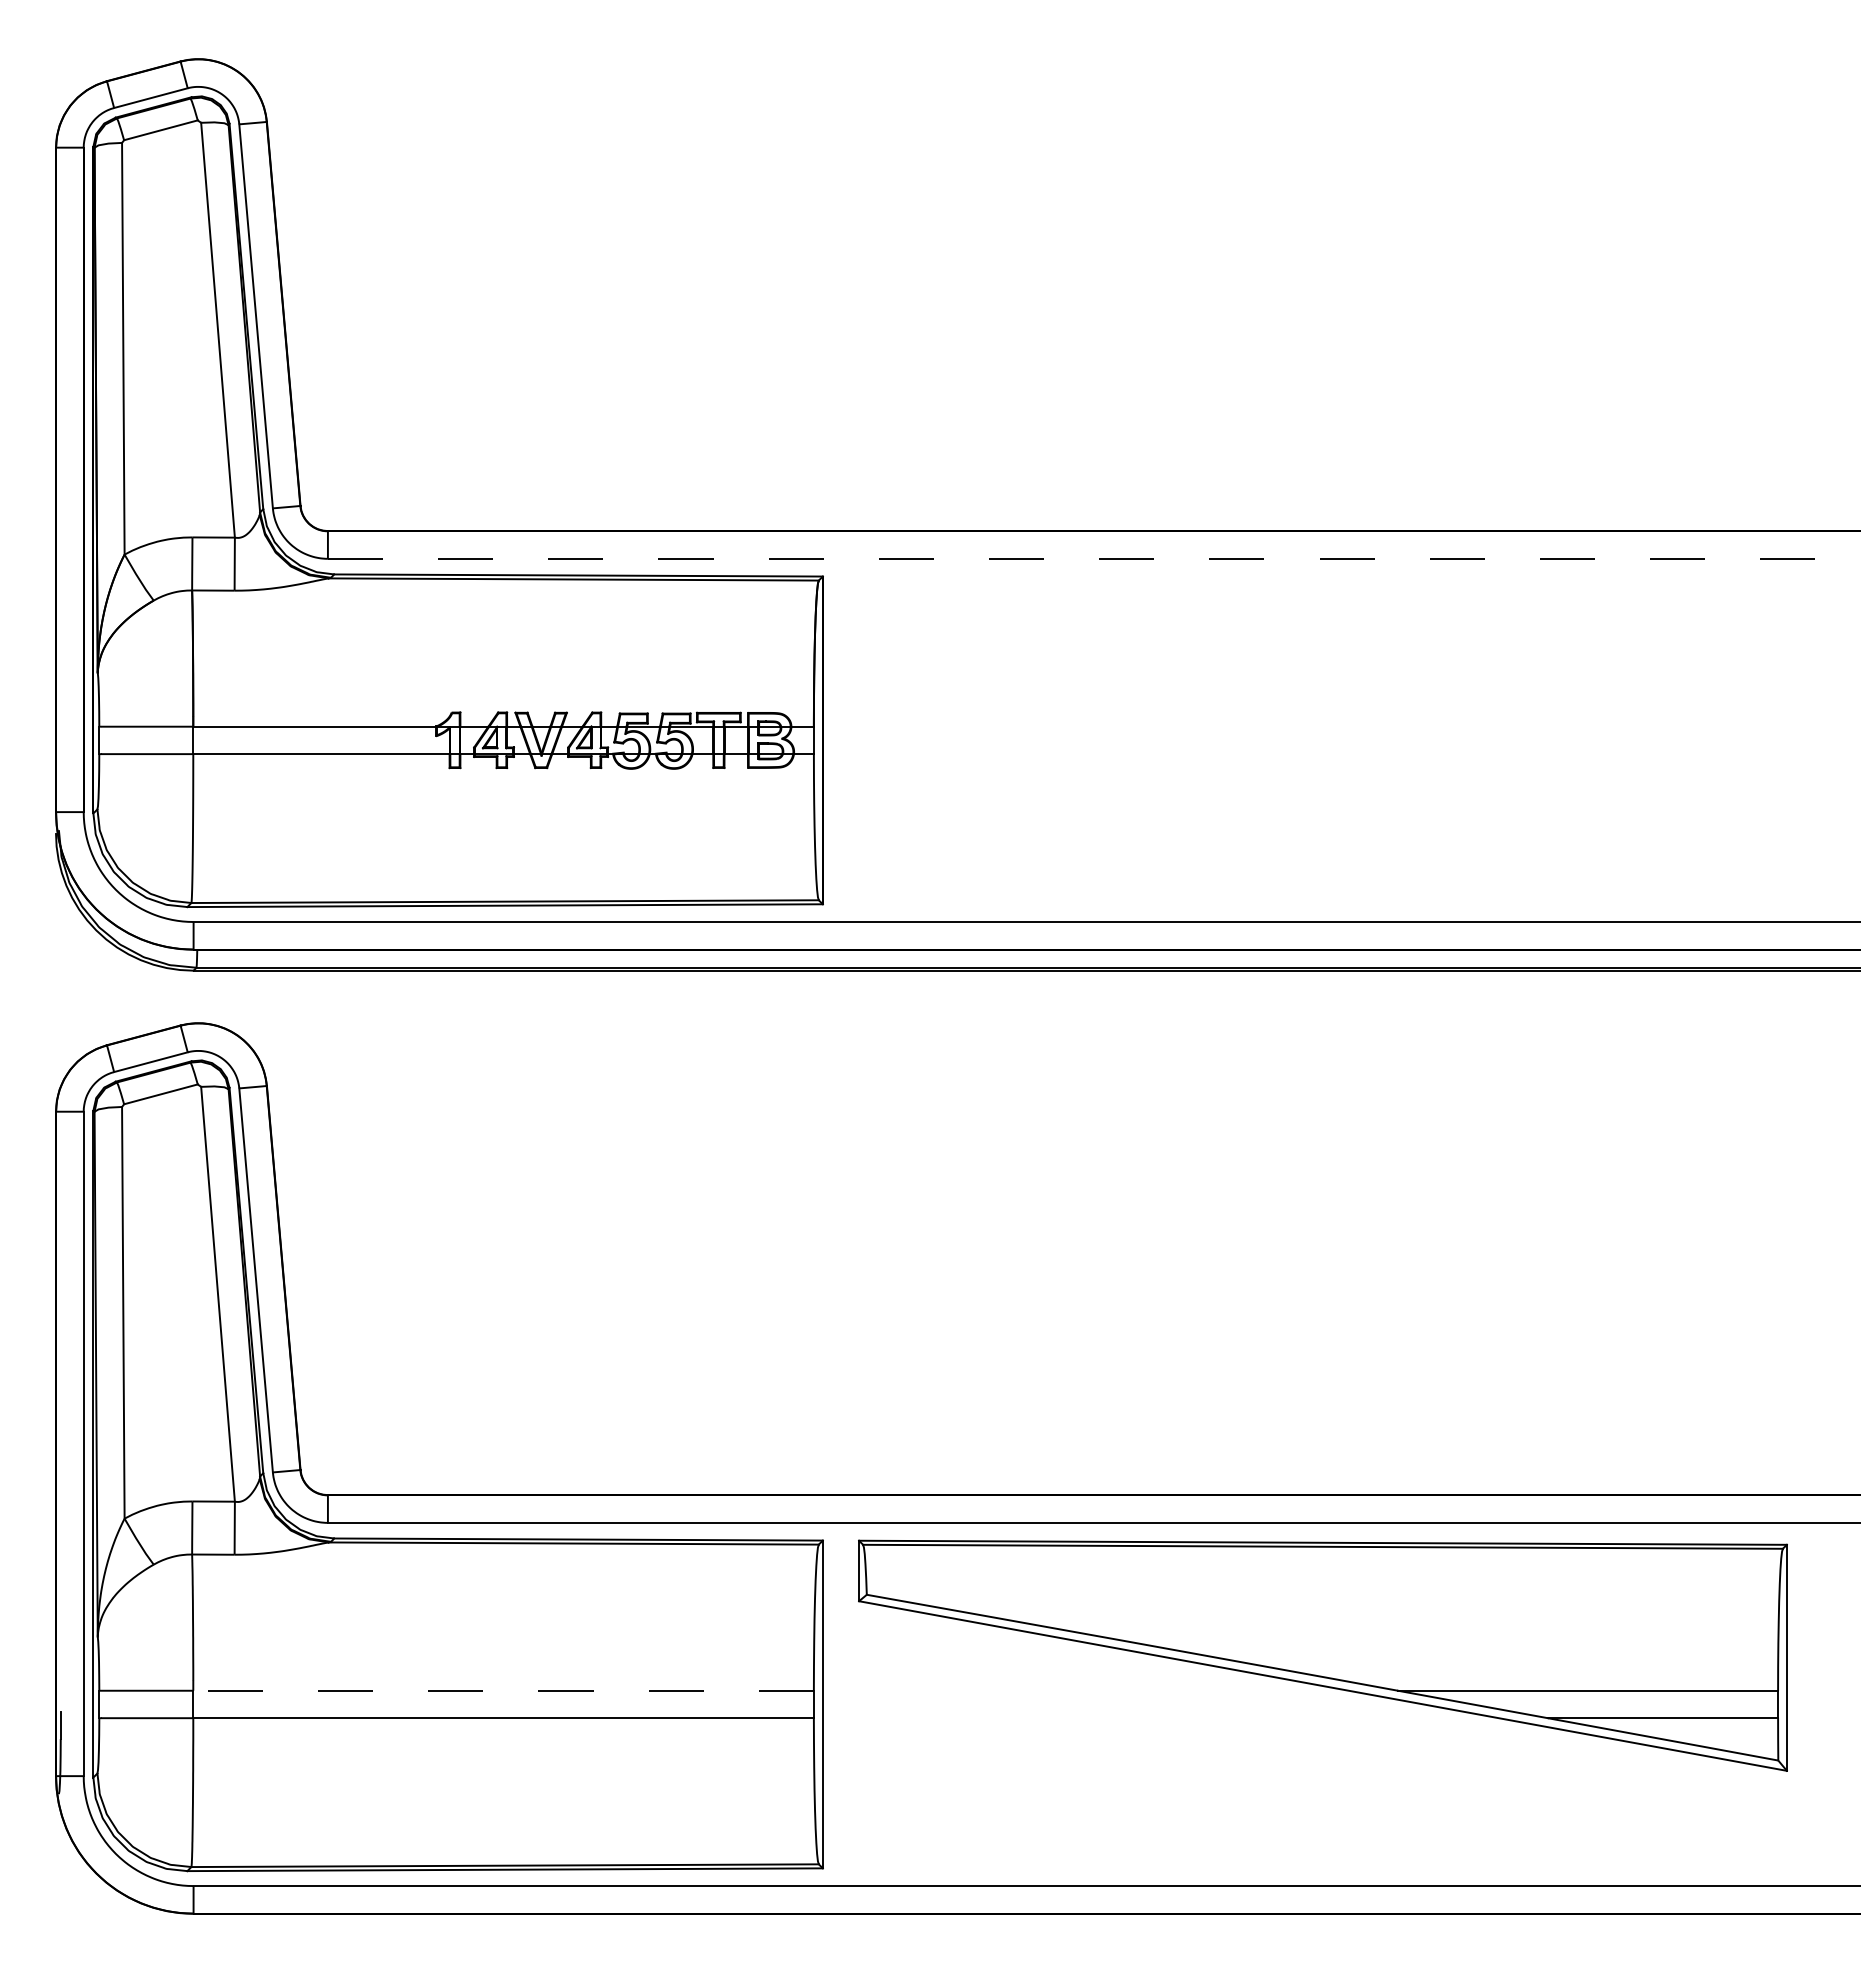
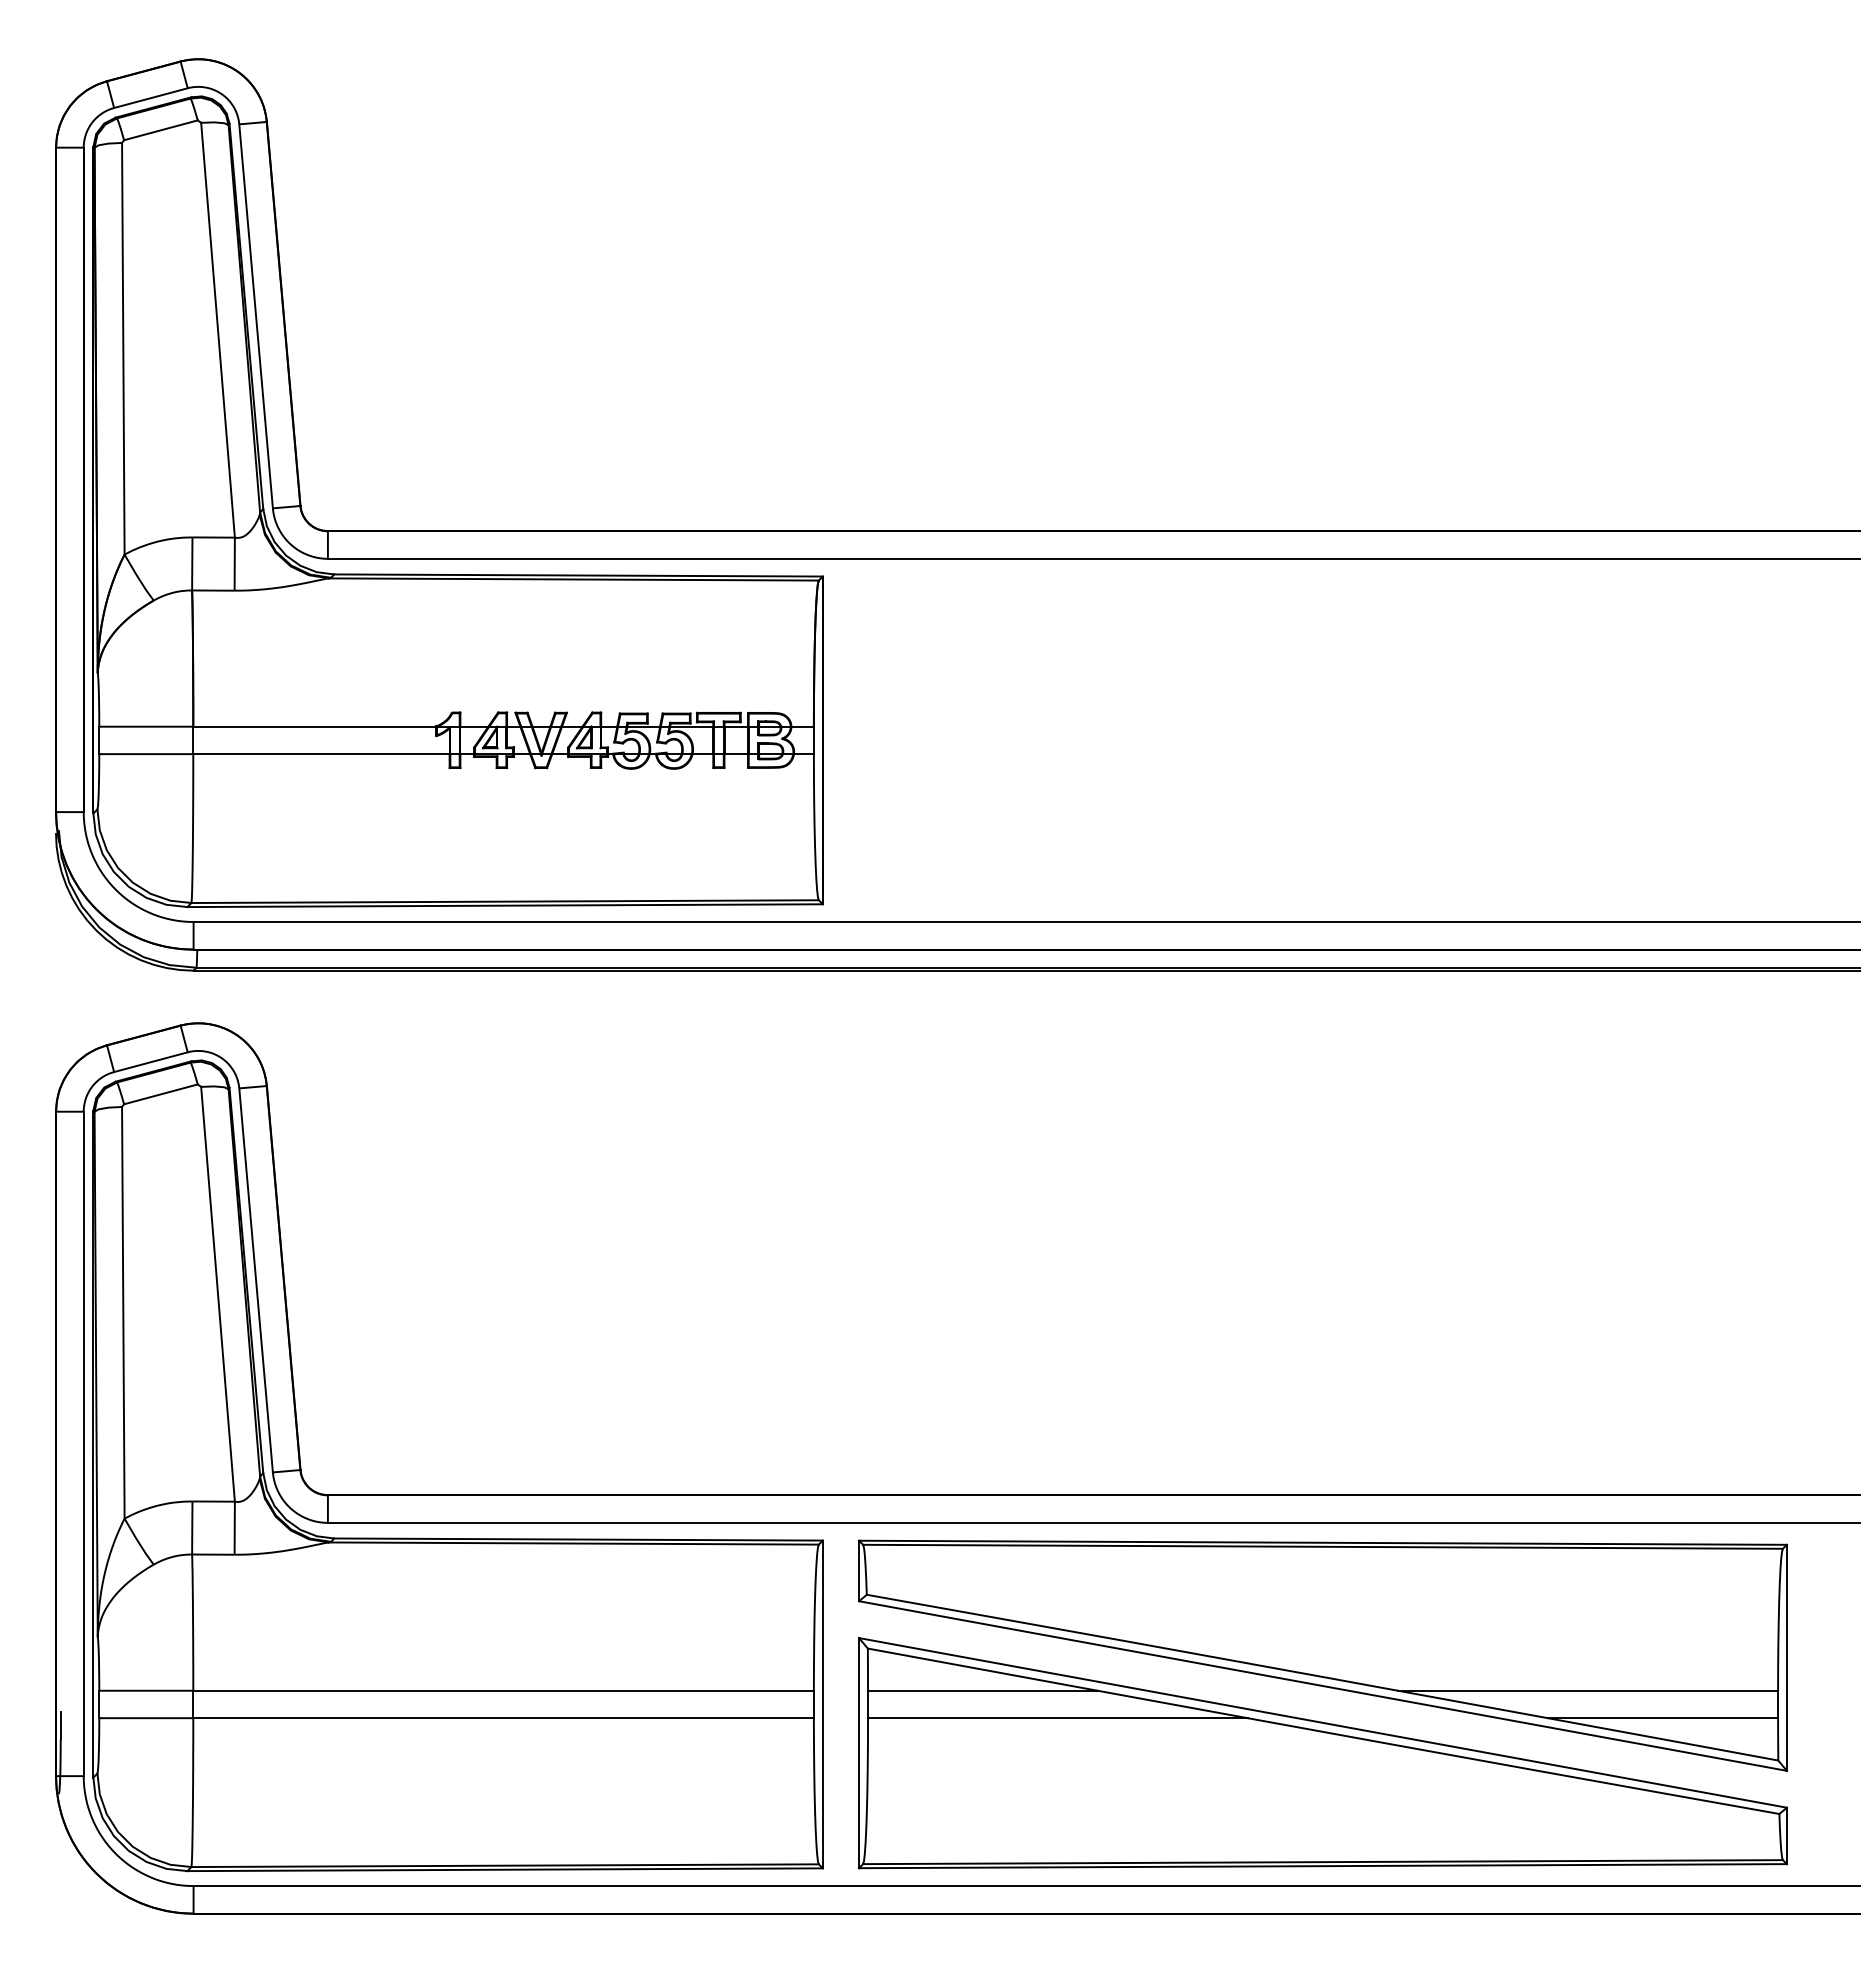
line at (1094, 558): dashed -> solid
line at (503, 1690): dashed -> solid
part at (1322, 1753): none -> present
